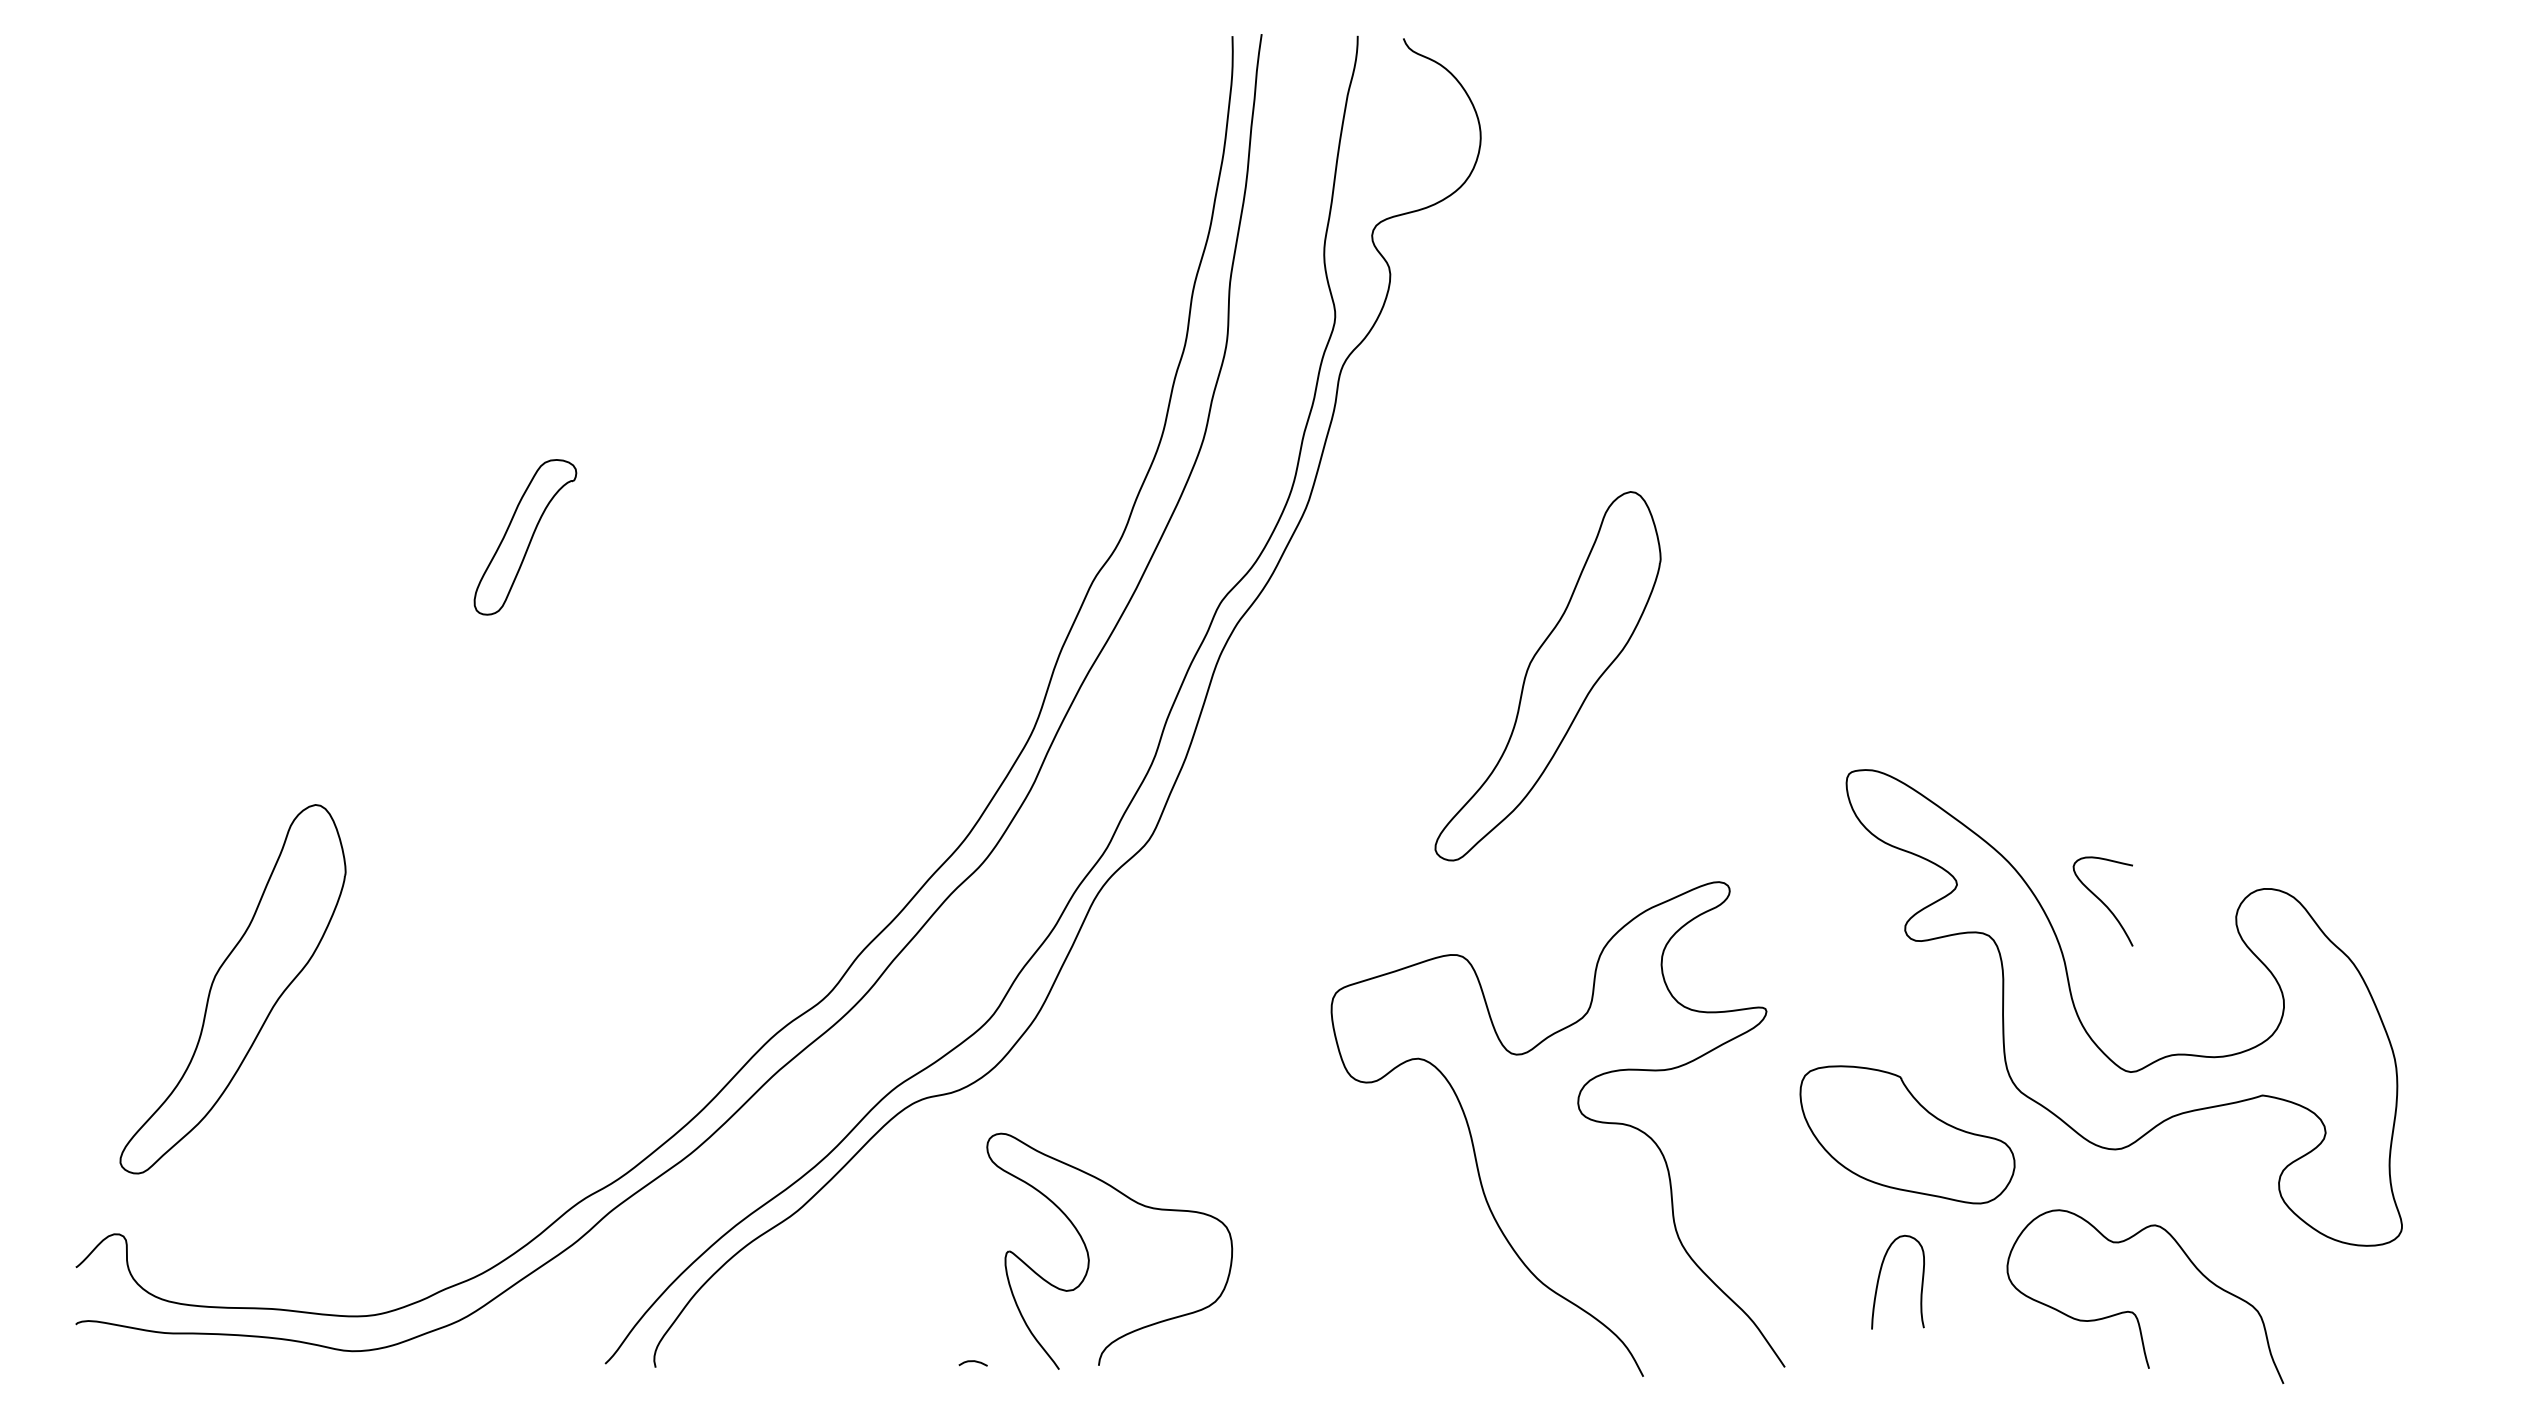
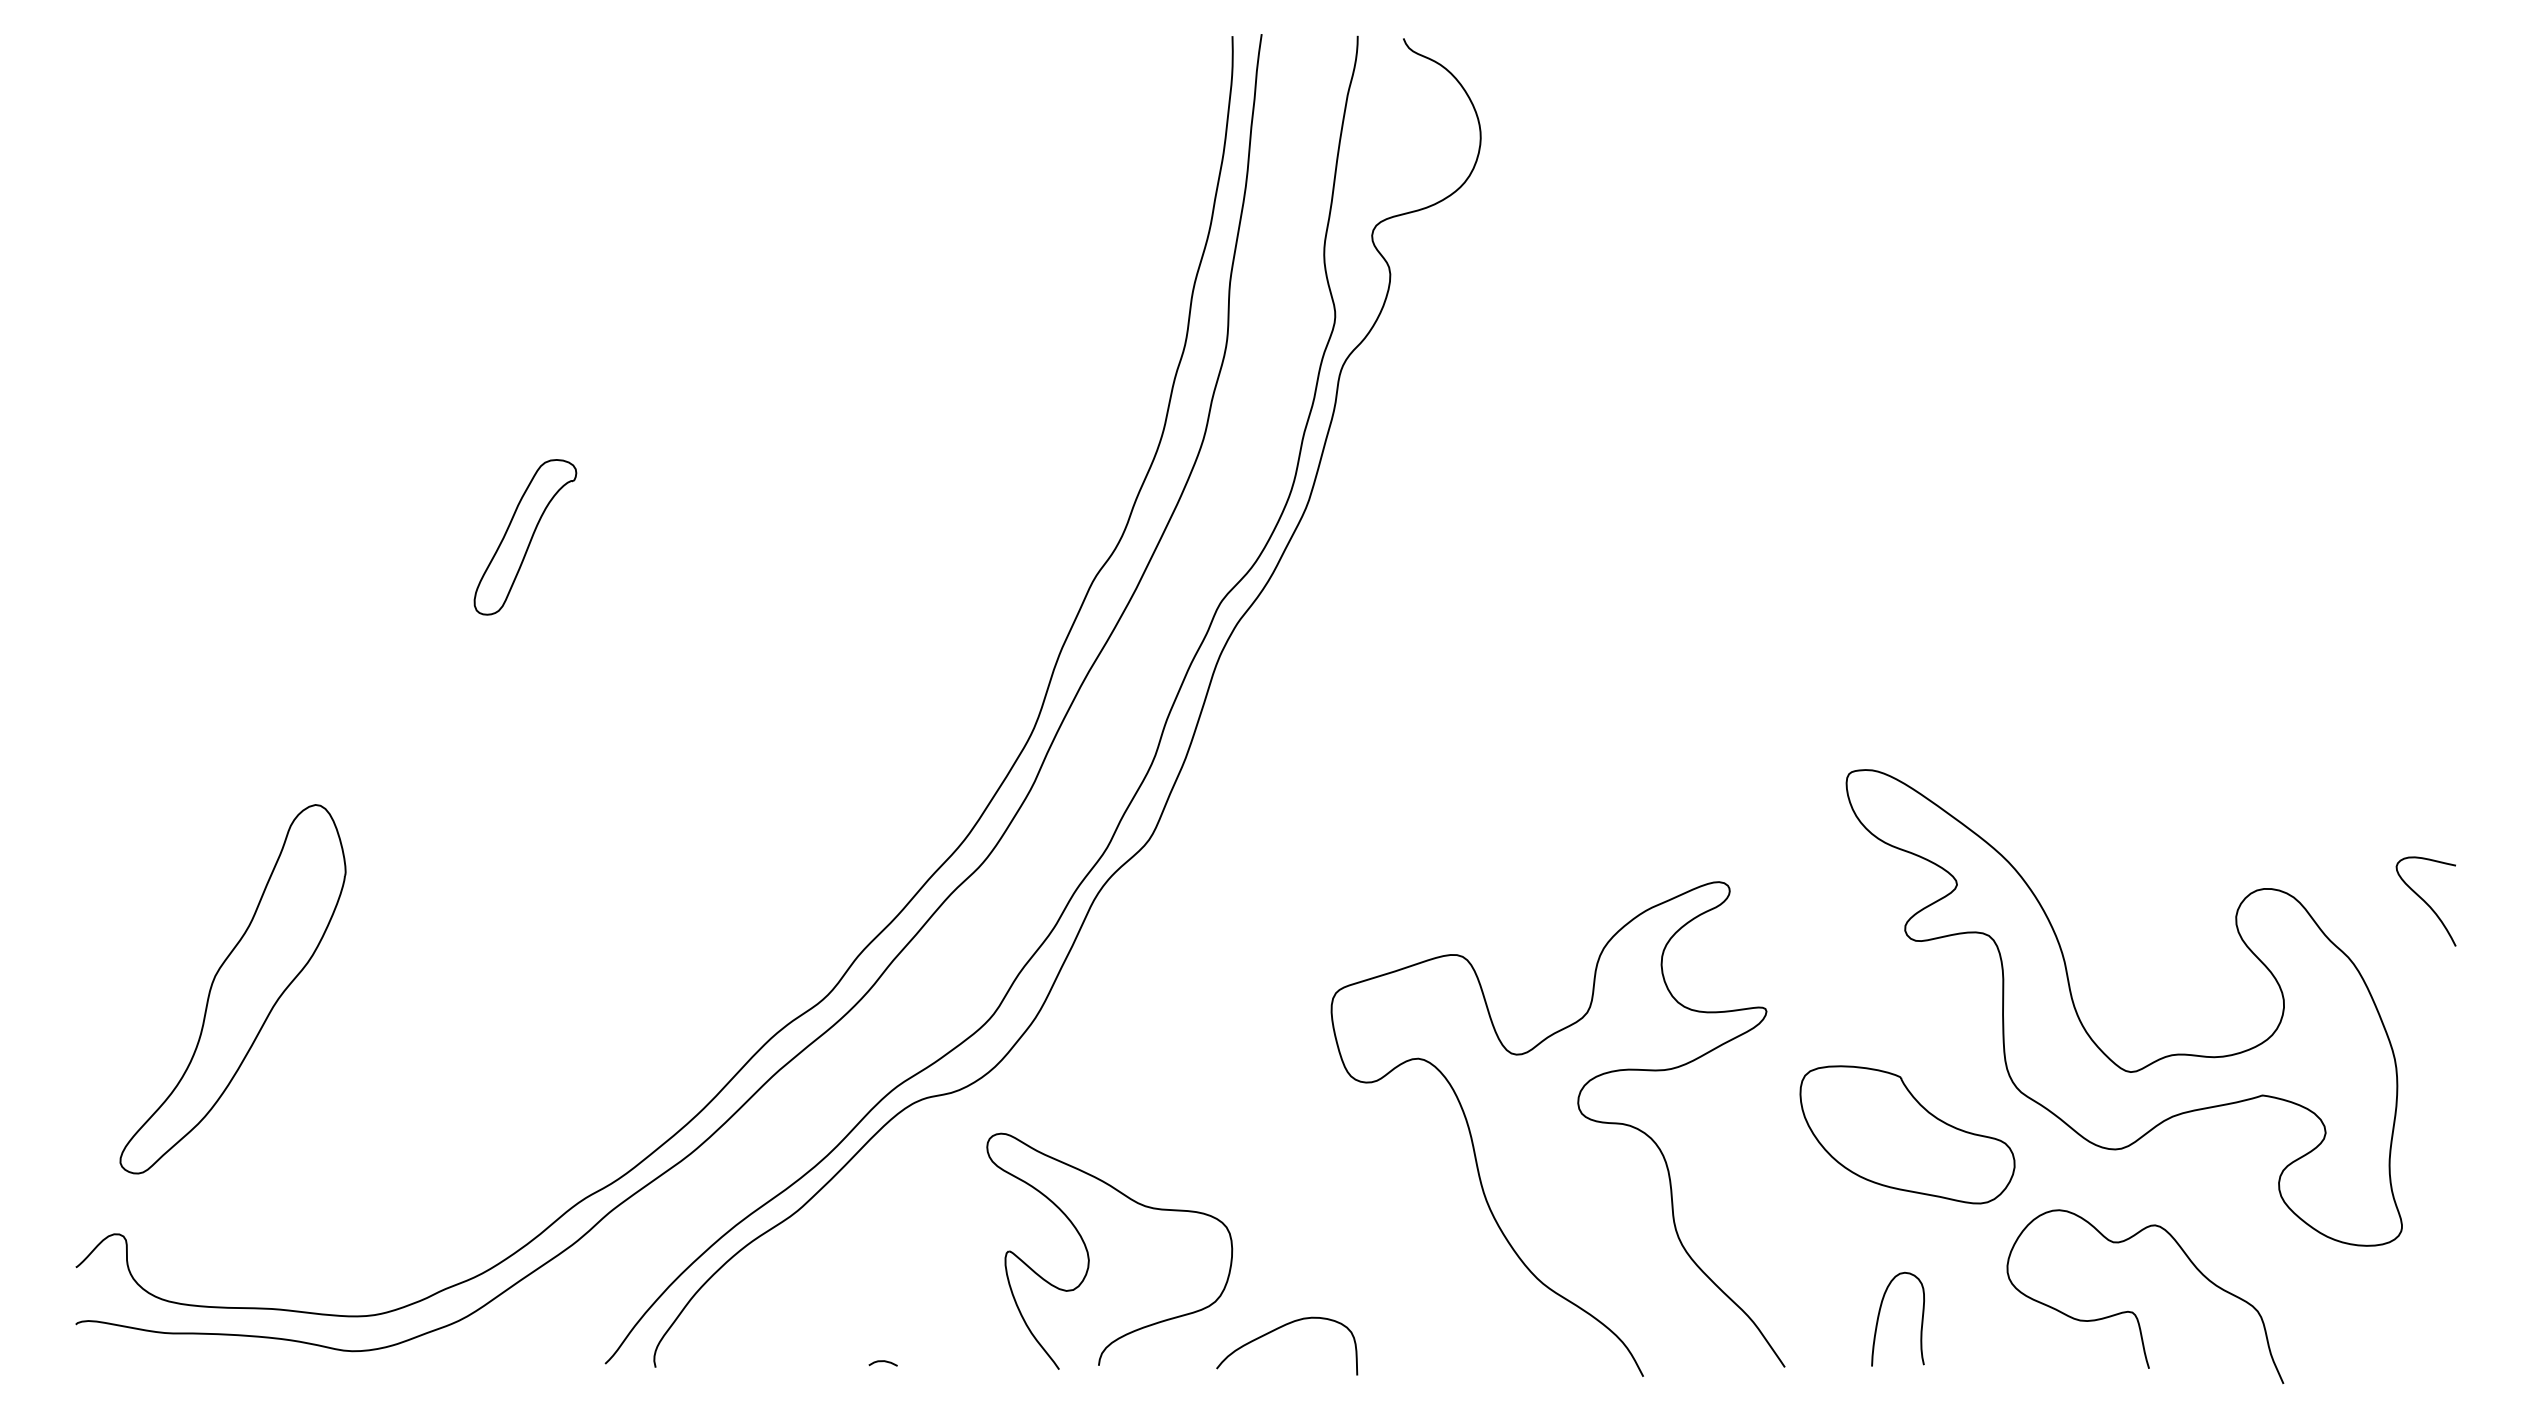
part at (1547, 676): present -> none
curve at (2102, 901) position: (2102, 901) -> (2425, 901)
curve at (1880, 1275) position: (1880, 1275) -> (1880, 1312)
curve at (1278, 1329): none -> present
curve at (972, 1362) position: (972, 1362) -> (882, 1362)
